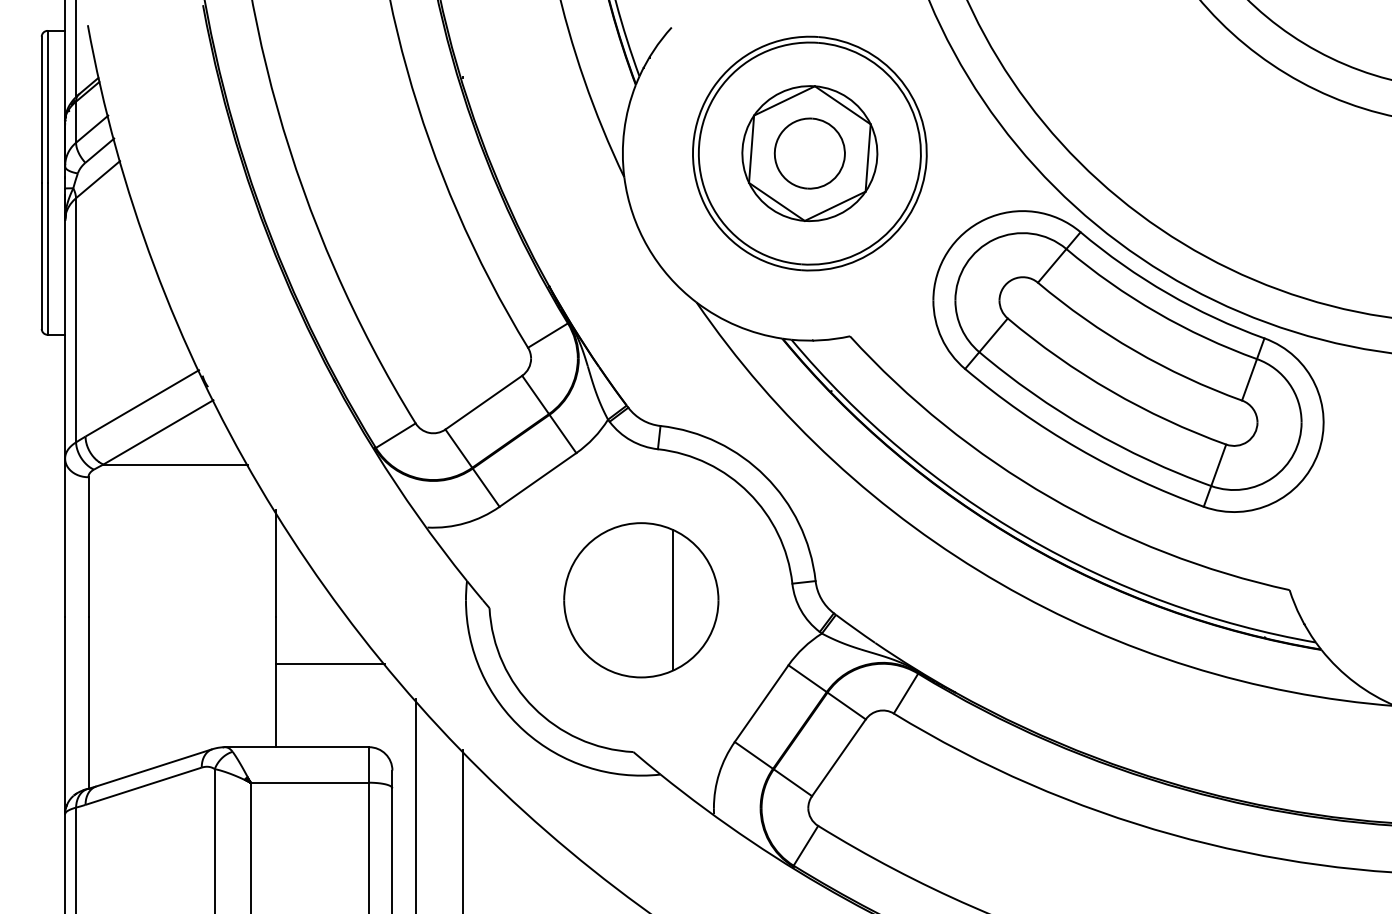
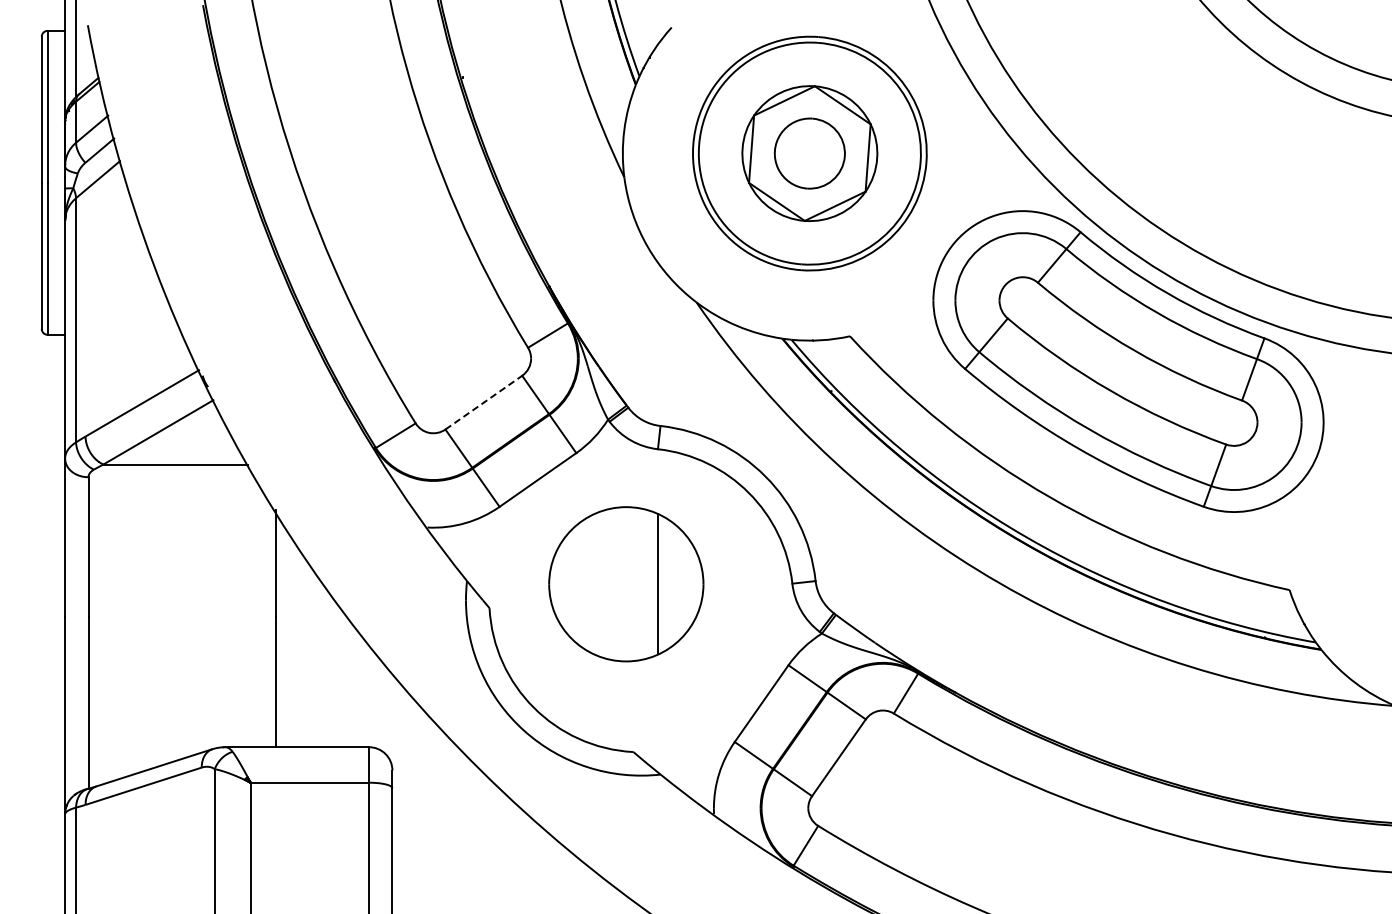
line at (483, 402): solid -> dashed
part at (641, 600) position: (641, 600) -> (626, 584)
line at (329, 664): present -> none
line at (415, 804): present -> none
line at (462, 830): present -> none
